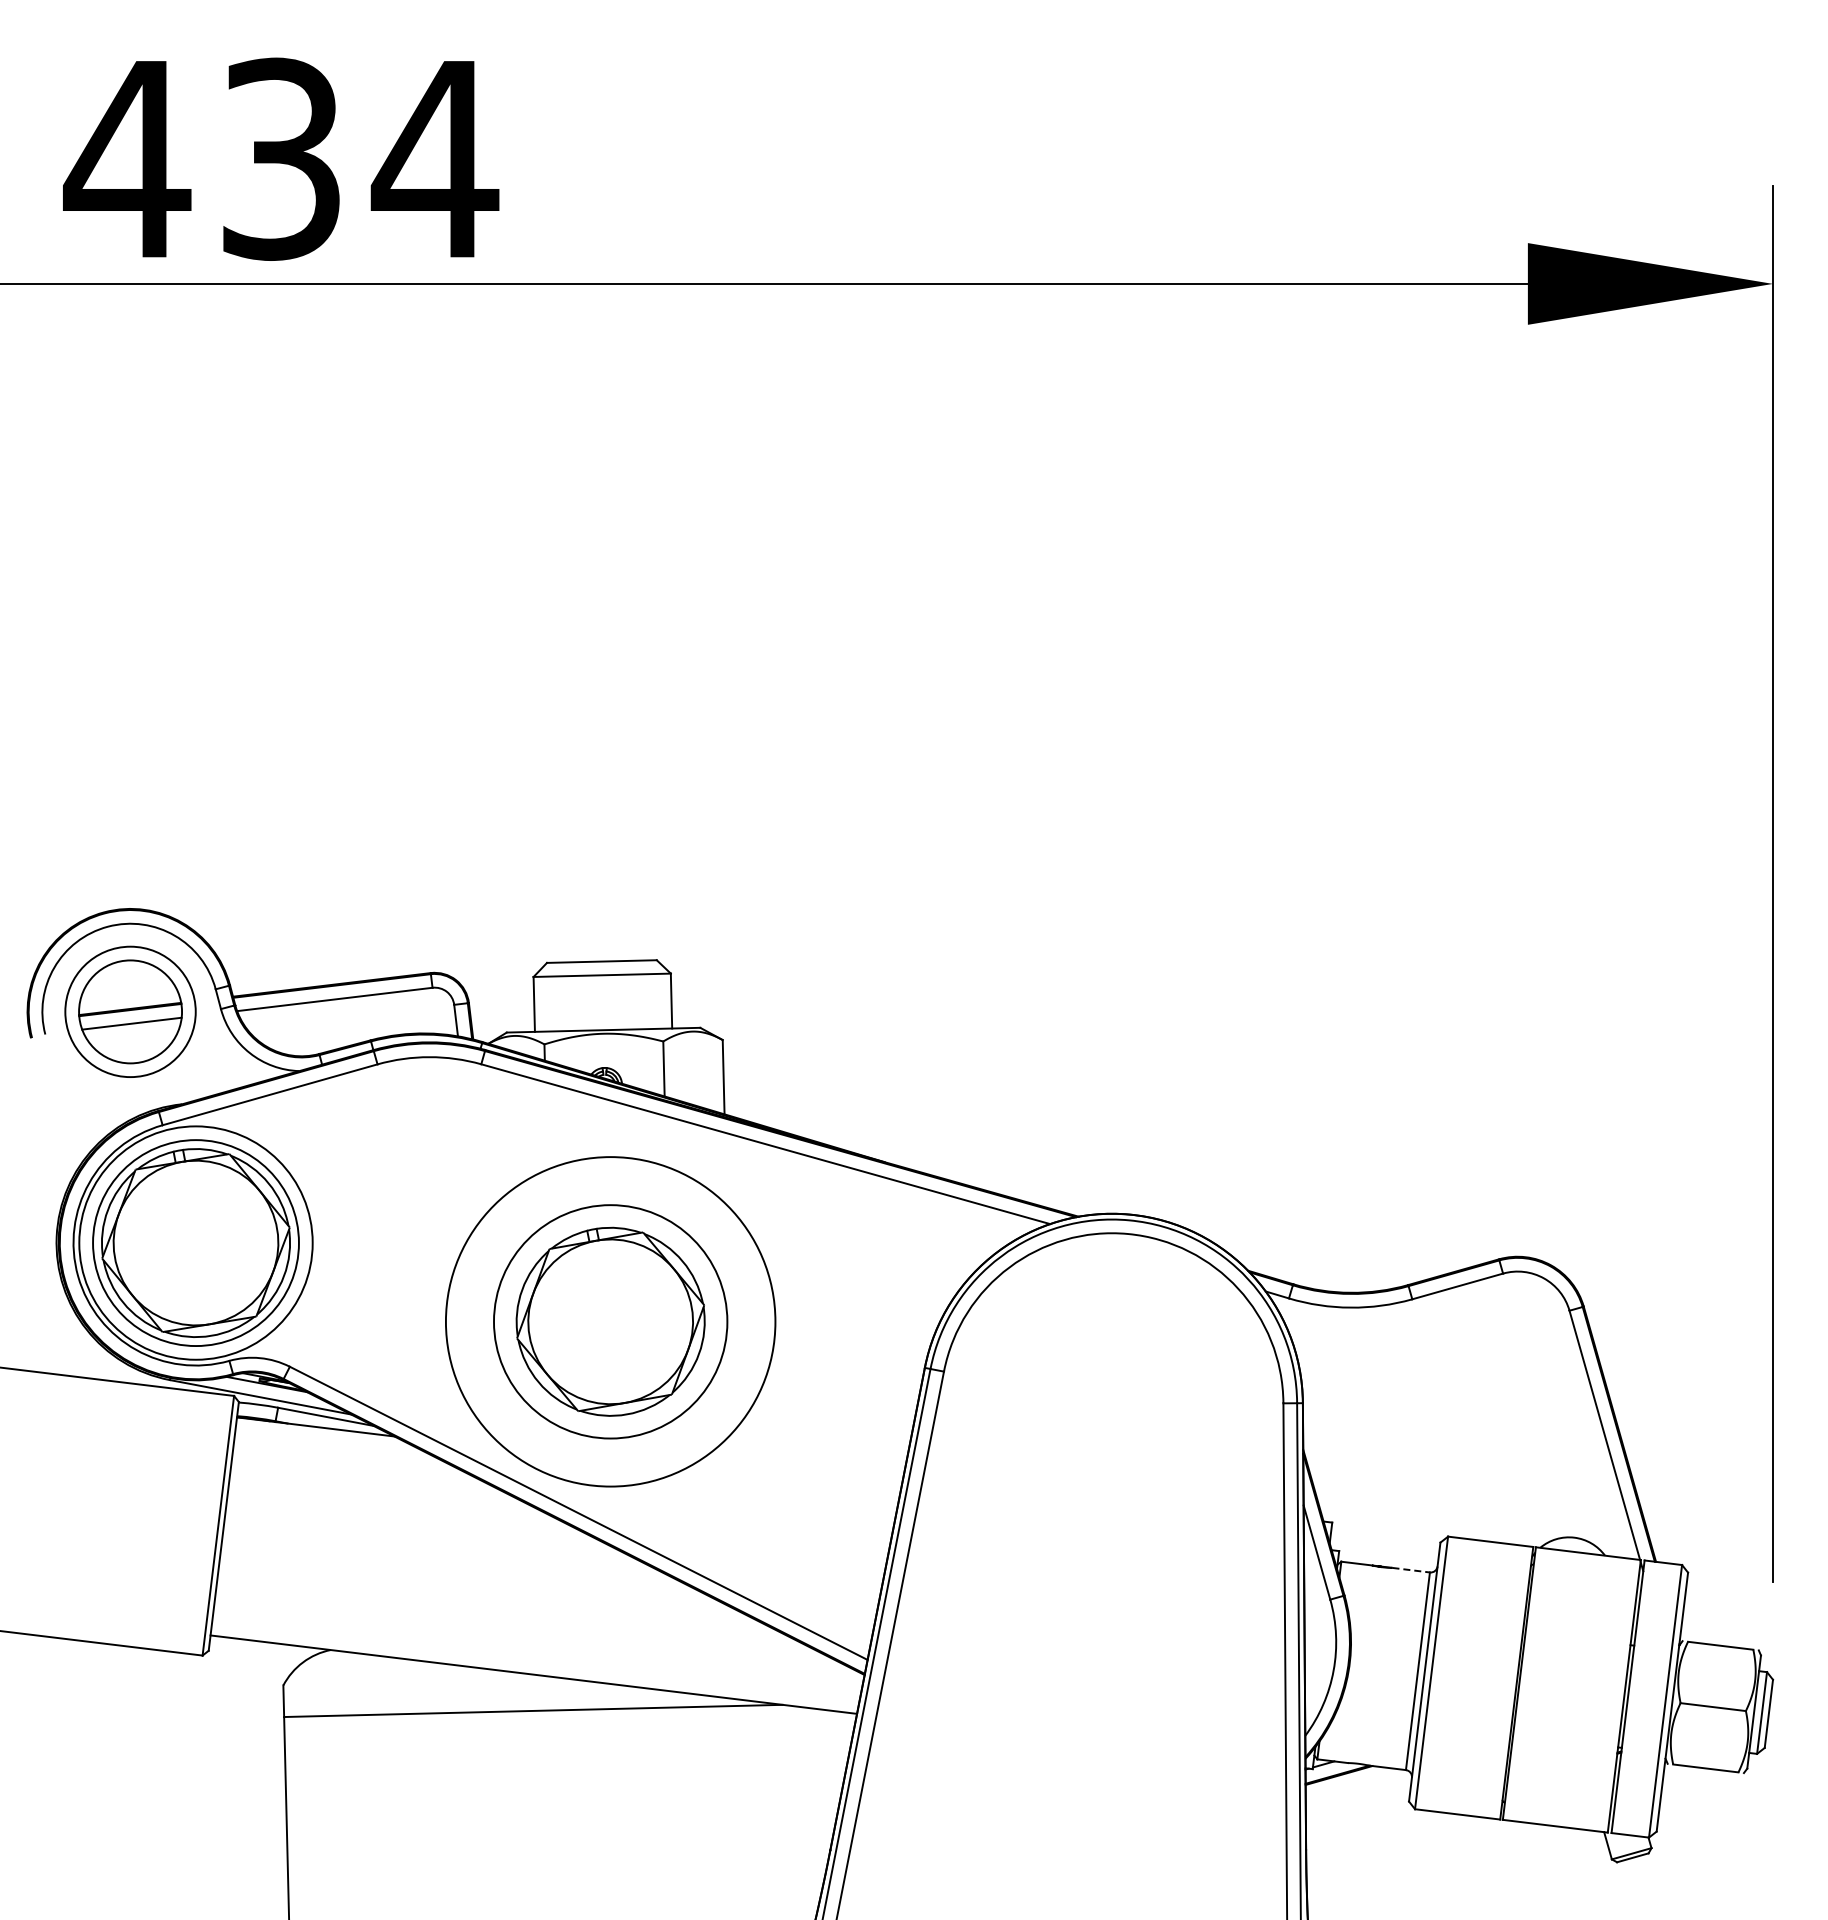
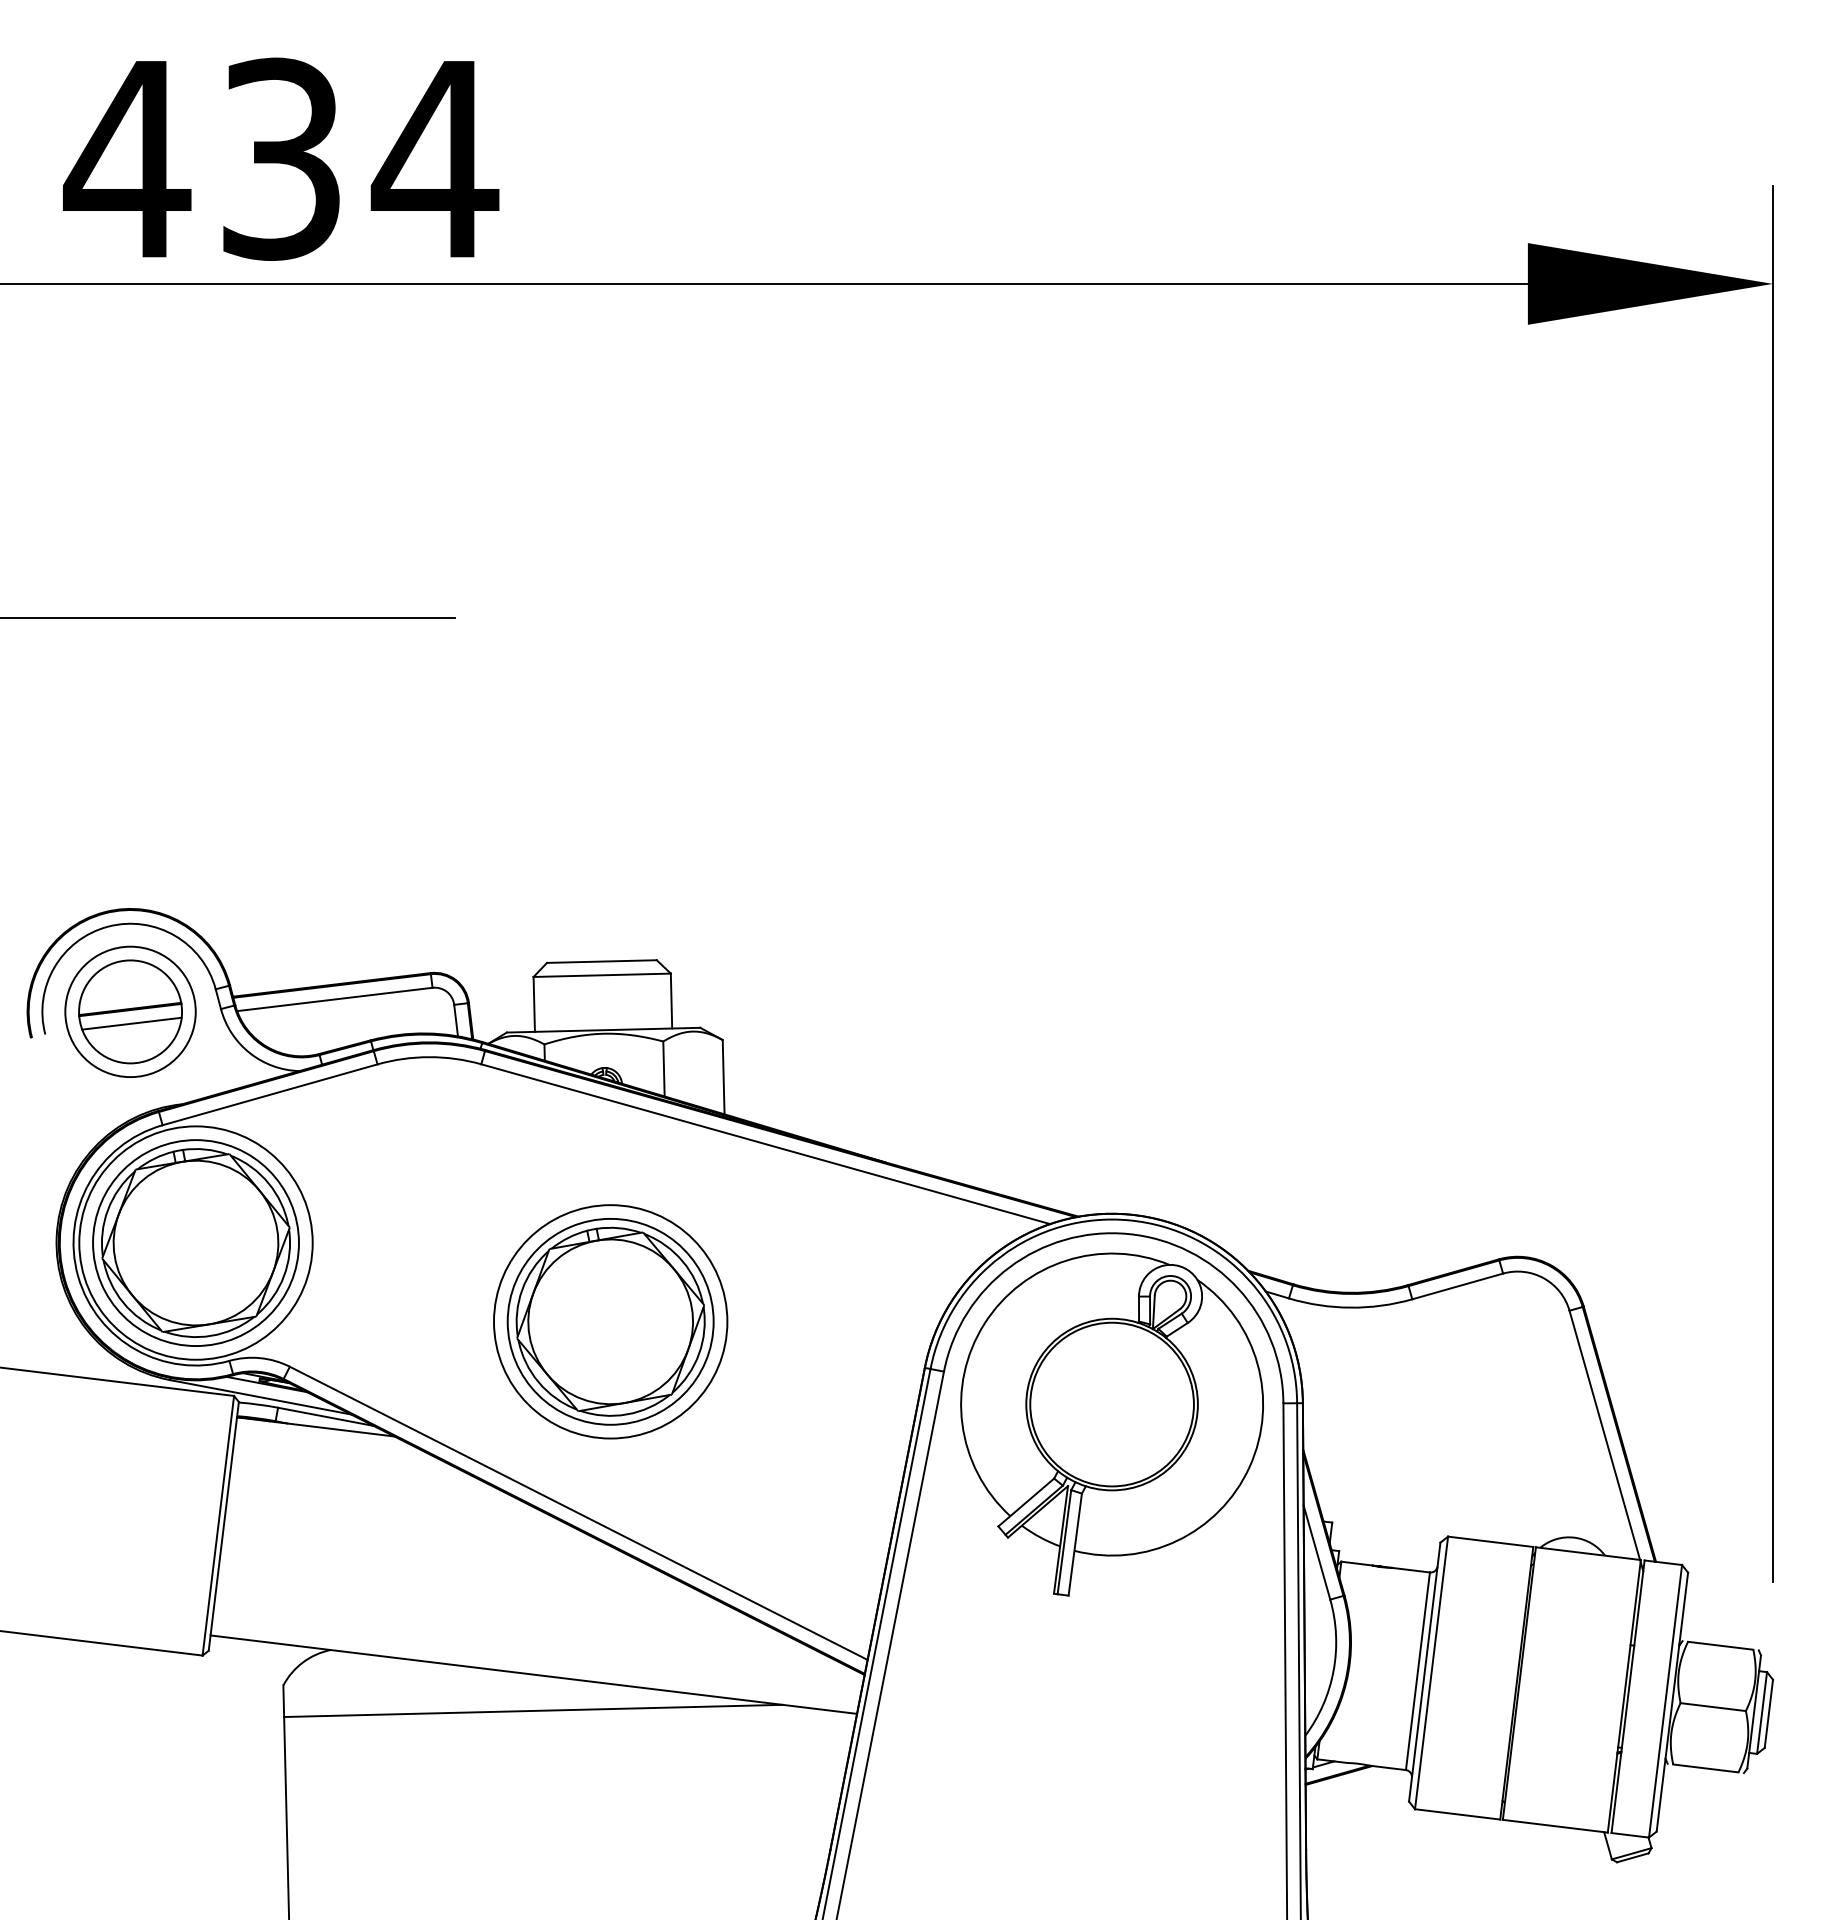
line at (228, 618): none -> present
circle at (610, 1321) diameter: 329 px -> 206 px
part at (1111, 1424): none -> present
line at (1411, 1570): dashed -> solid
